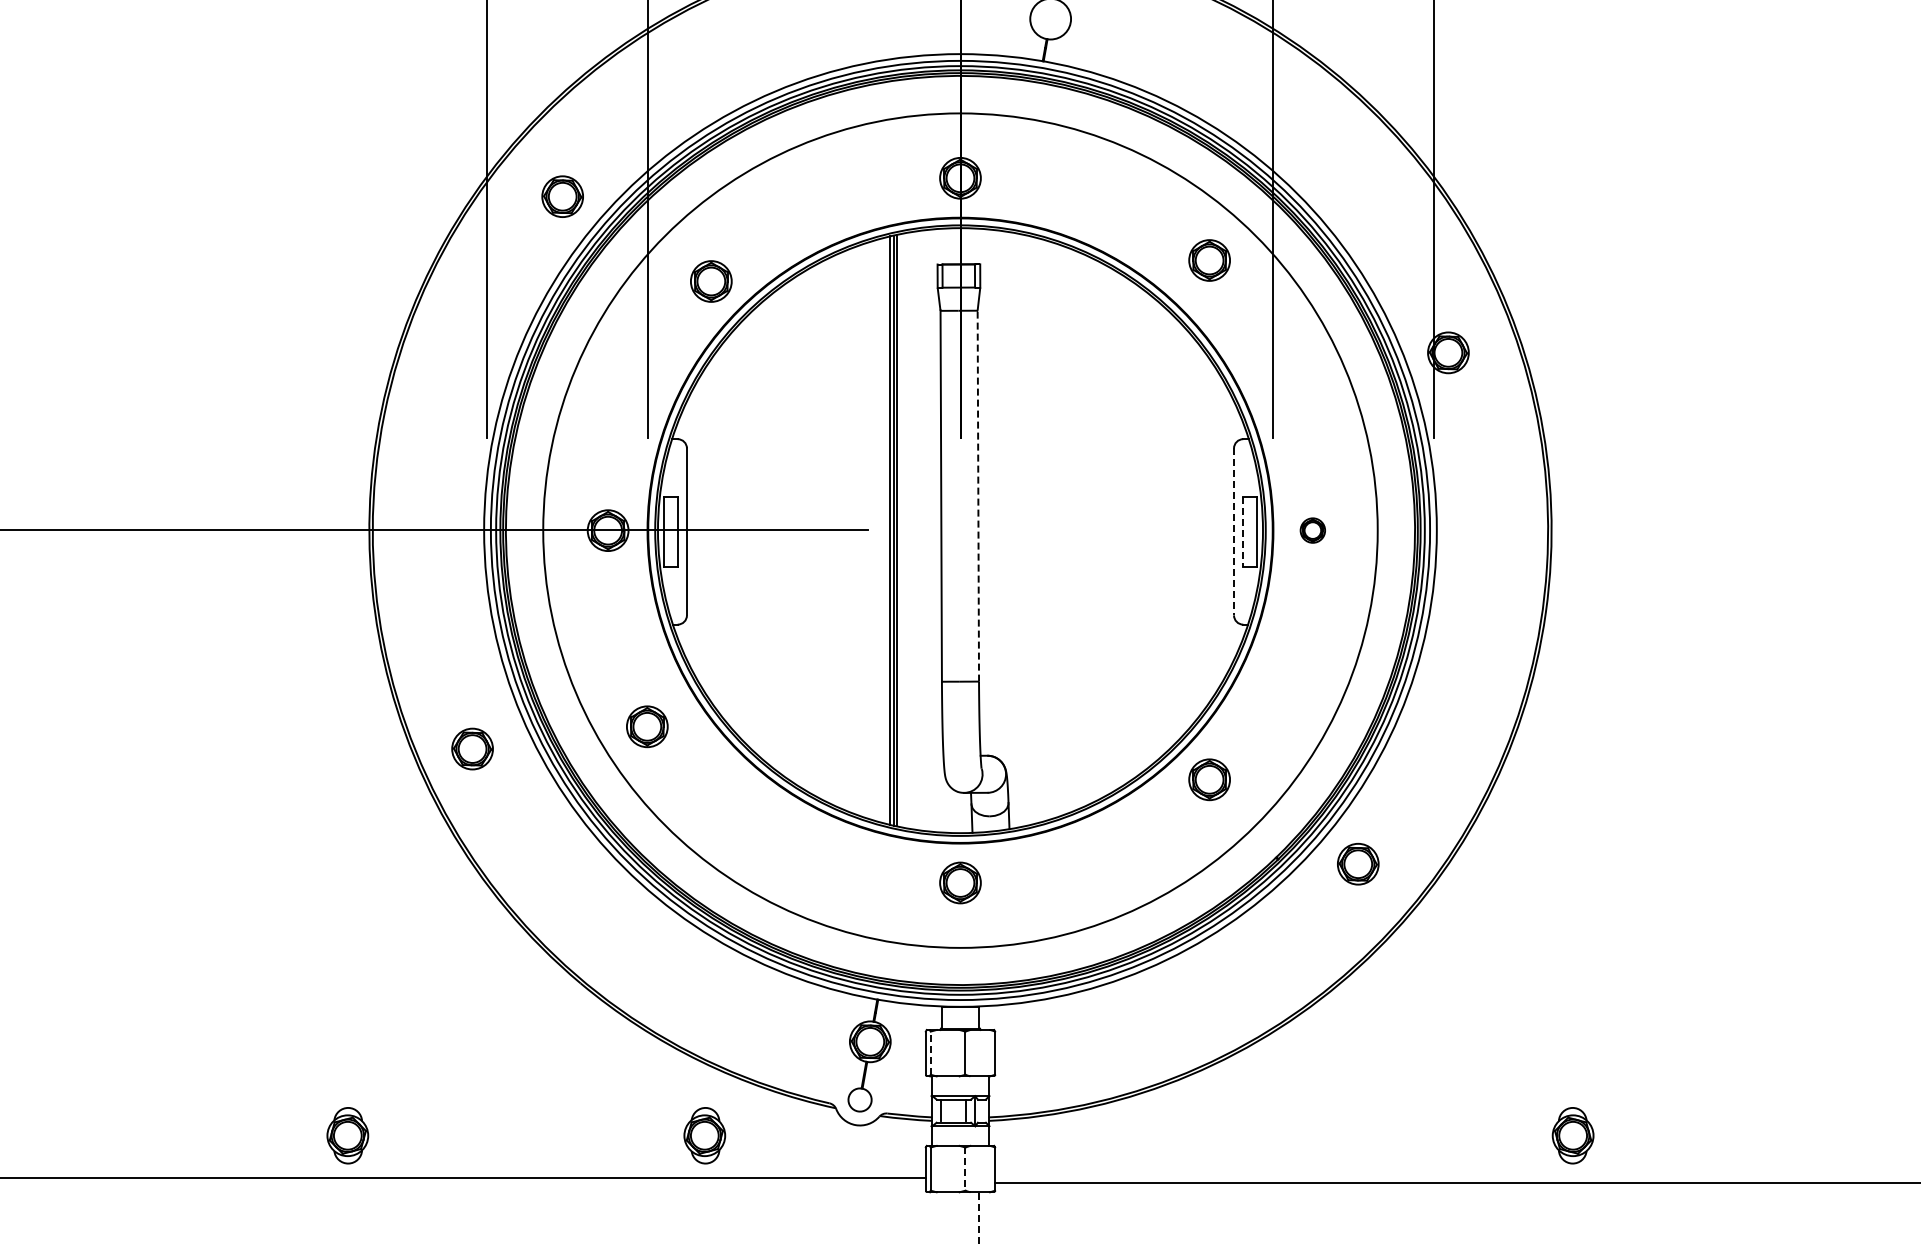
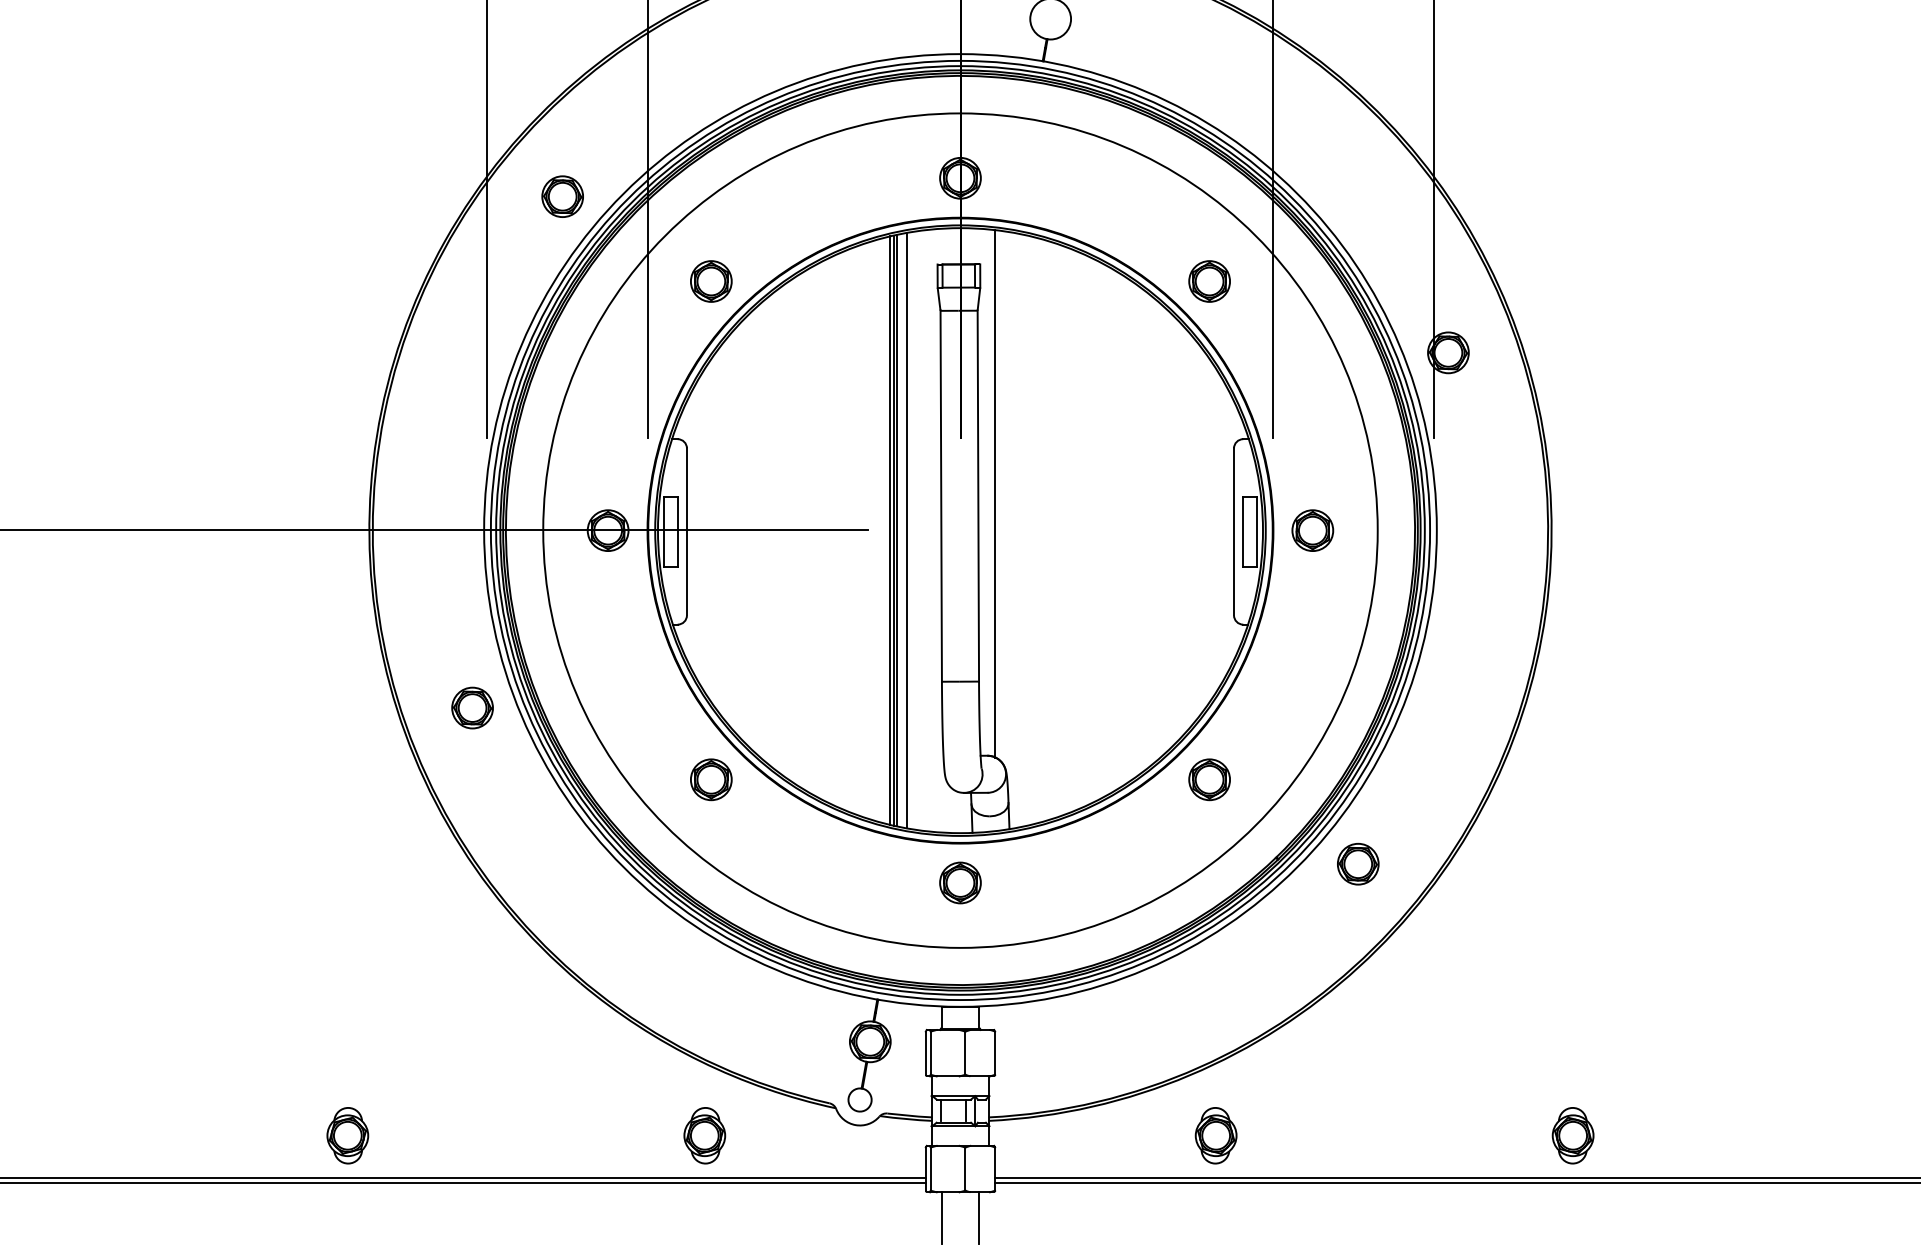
part at (1209, 260) position: (1209, 260) -> (1209, 281)
line at (995, 493): none -> present
line at (978, 496): dashed -> solid
line at (907, 530): none -> present
part at (1312, 530) size: 27x27 px -> 44x43 px
line at (1243, 531): dashed -> solid
line at (1234, 532): dashed -> solid
part at (647, 726) position: (647, 726) -> (711, 779)
part at (472, 748) position: (472, 748) -> (472, 707)
line at (930, 1053): dashed -> solid
part at (1215, 1135): none -> present
line at (965, 1169): dashed -> solid
line at (1456, 1177): none -> present
line at (463, 1183): none -> present
line at (941, 1218): none -> present
line at (979, 1218): dashed -> solid
